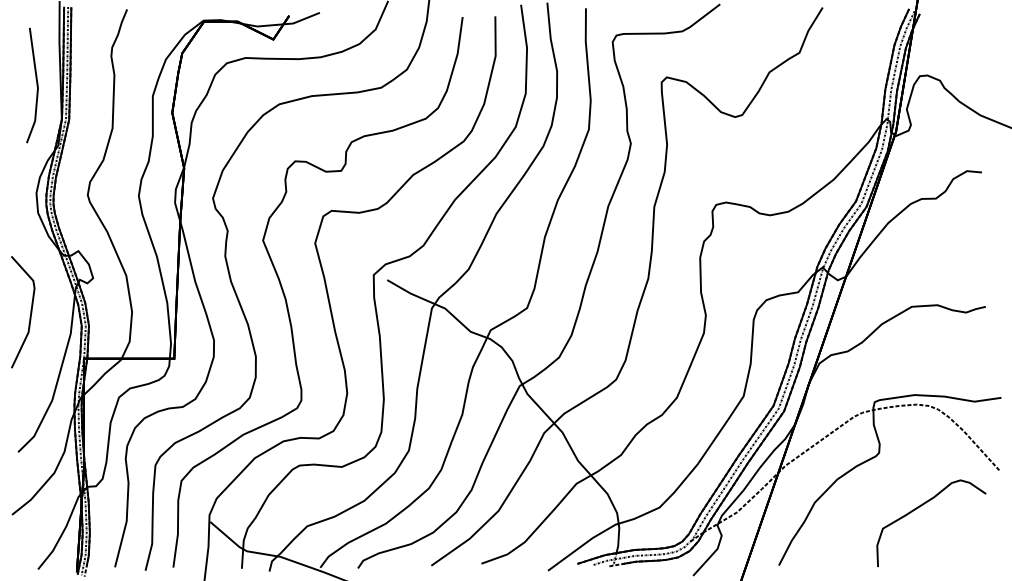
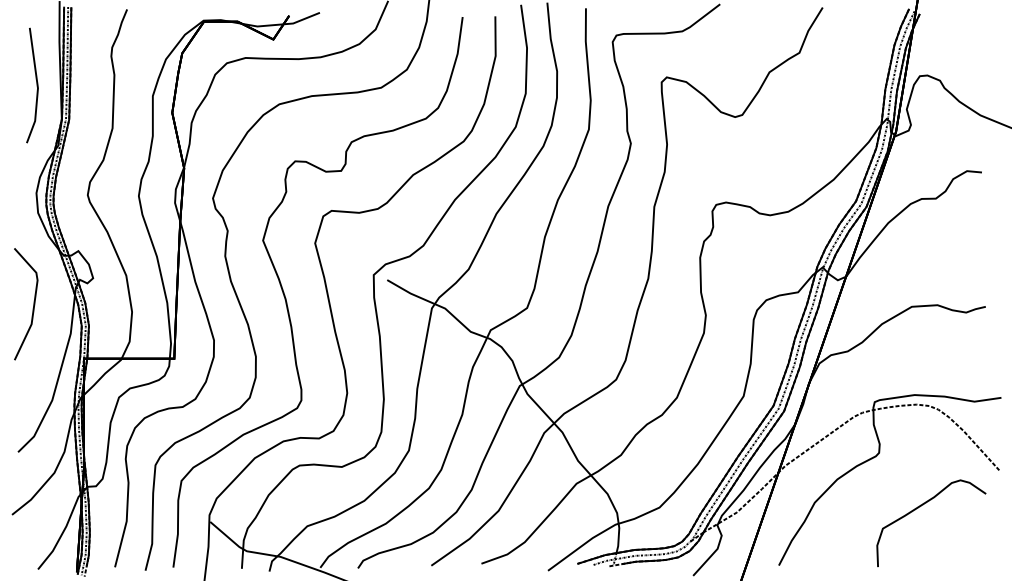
line at (30, 312) position: (30, 312) -> (33, 304)
